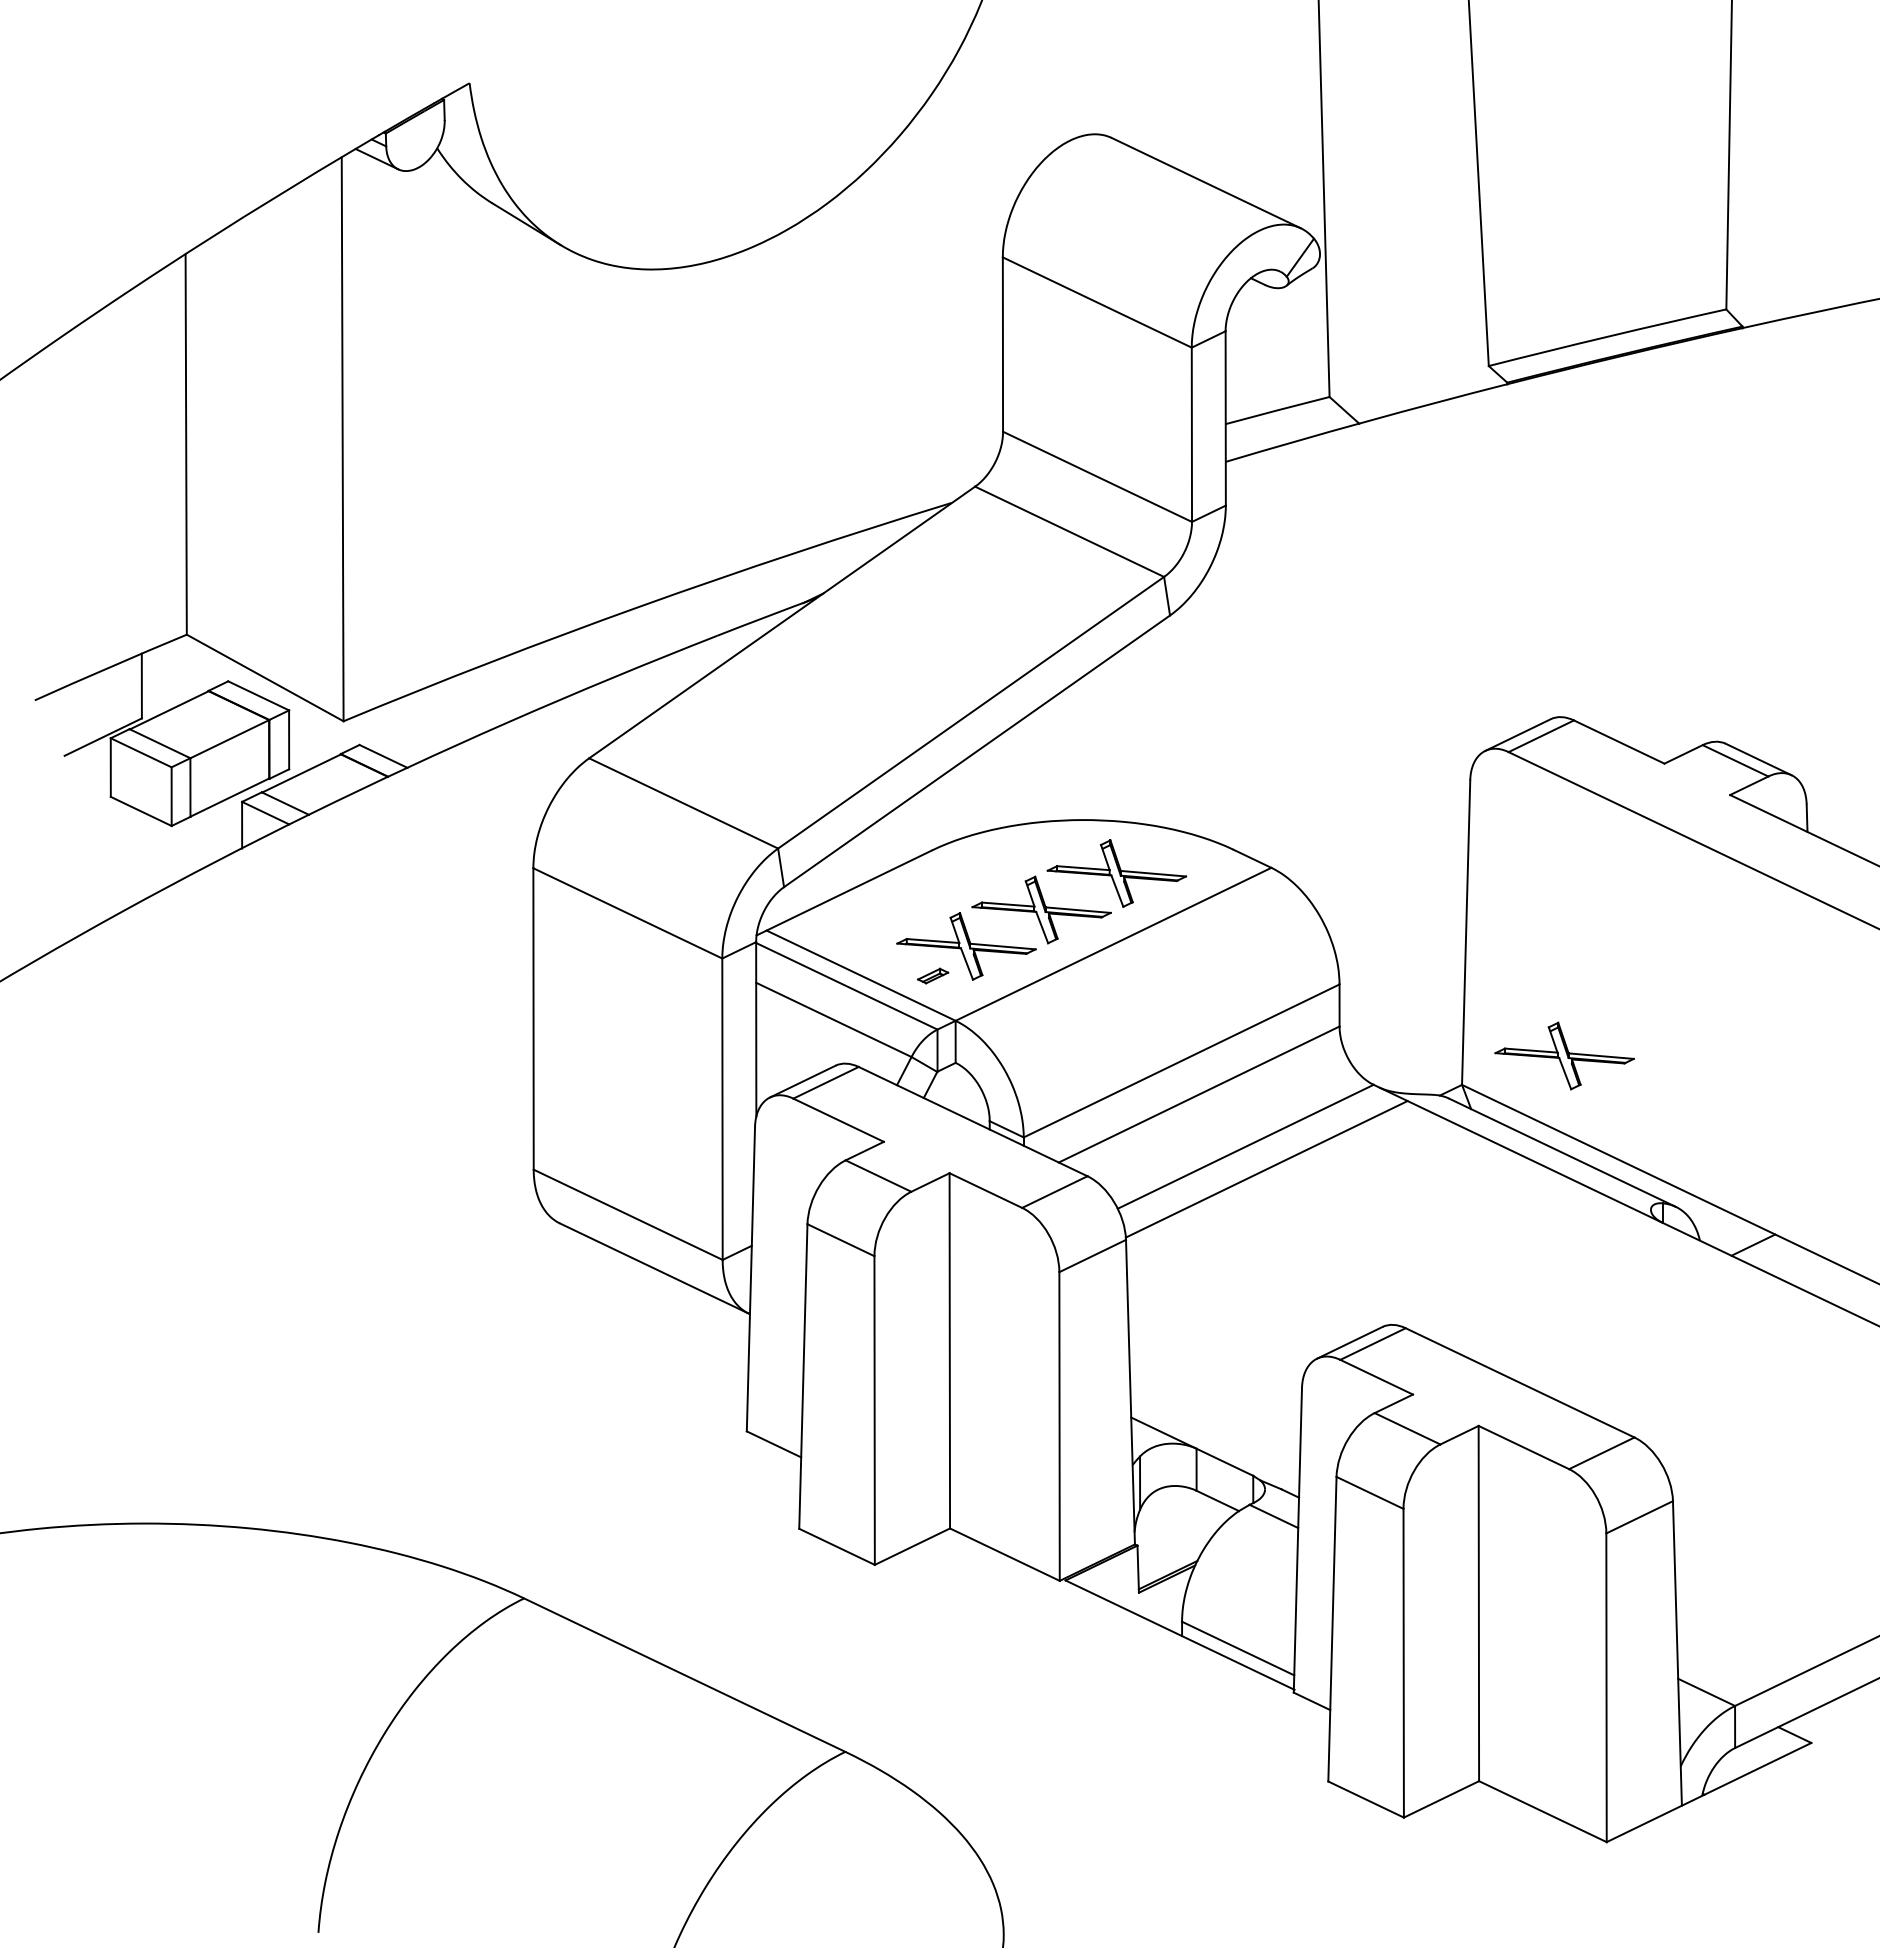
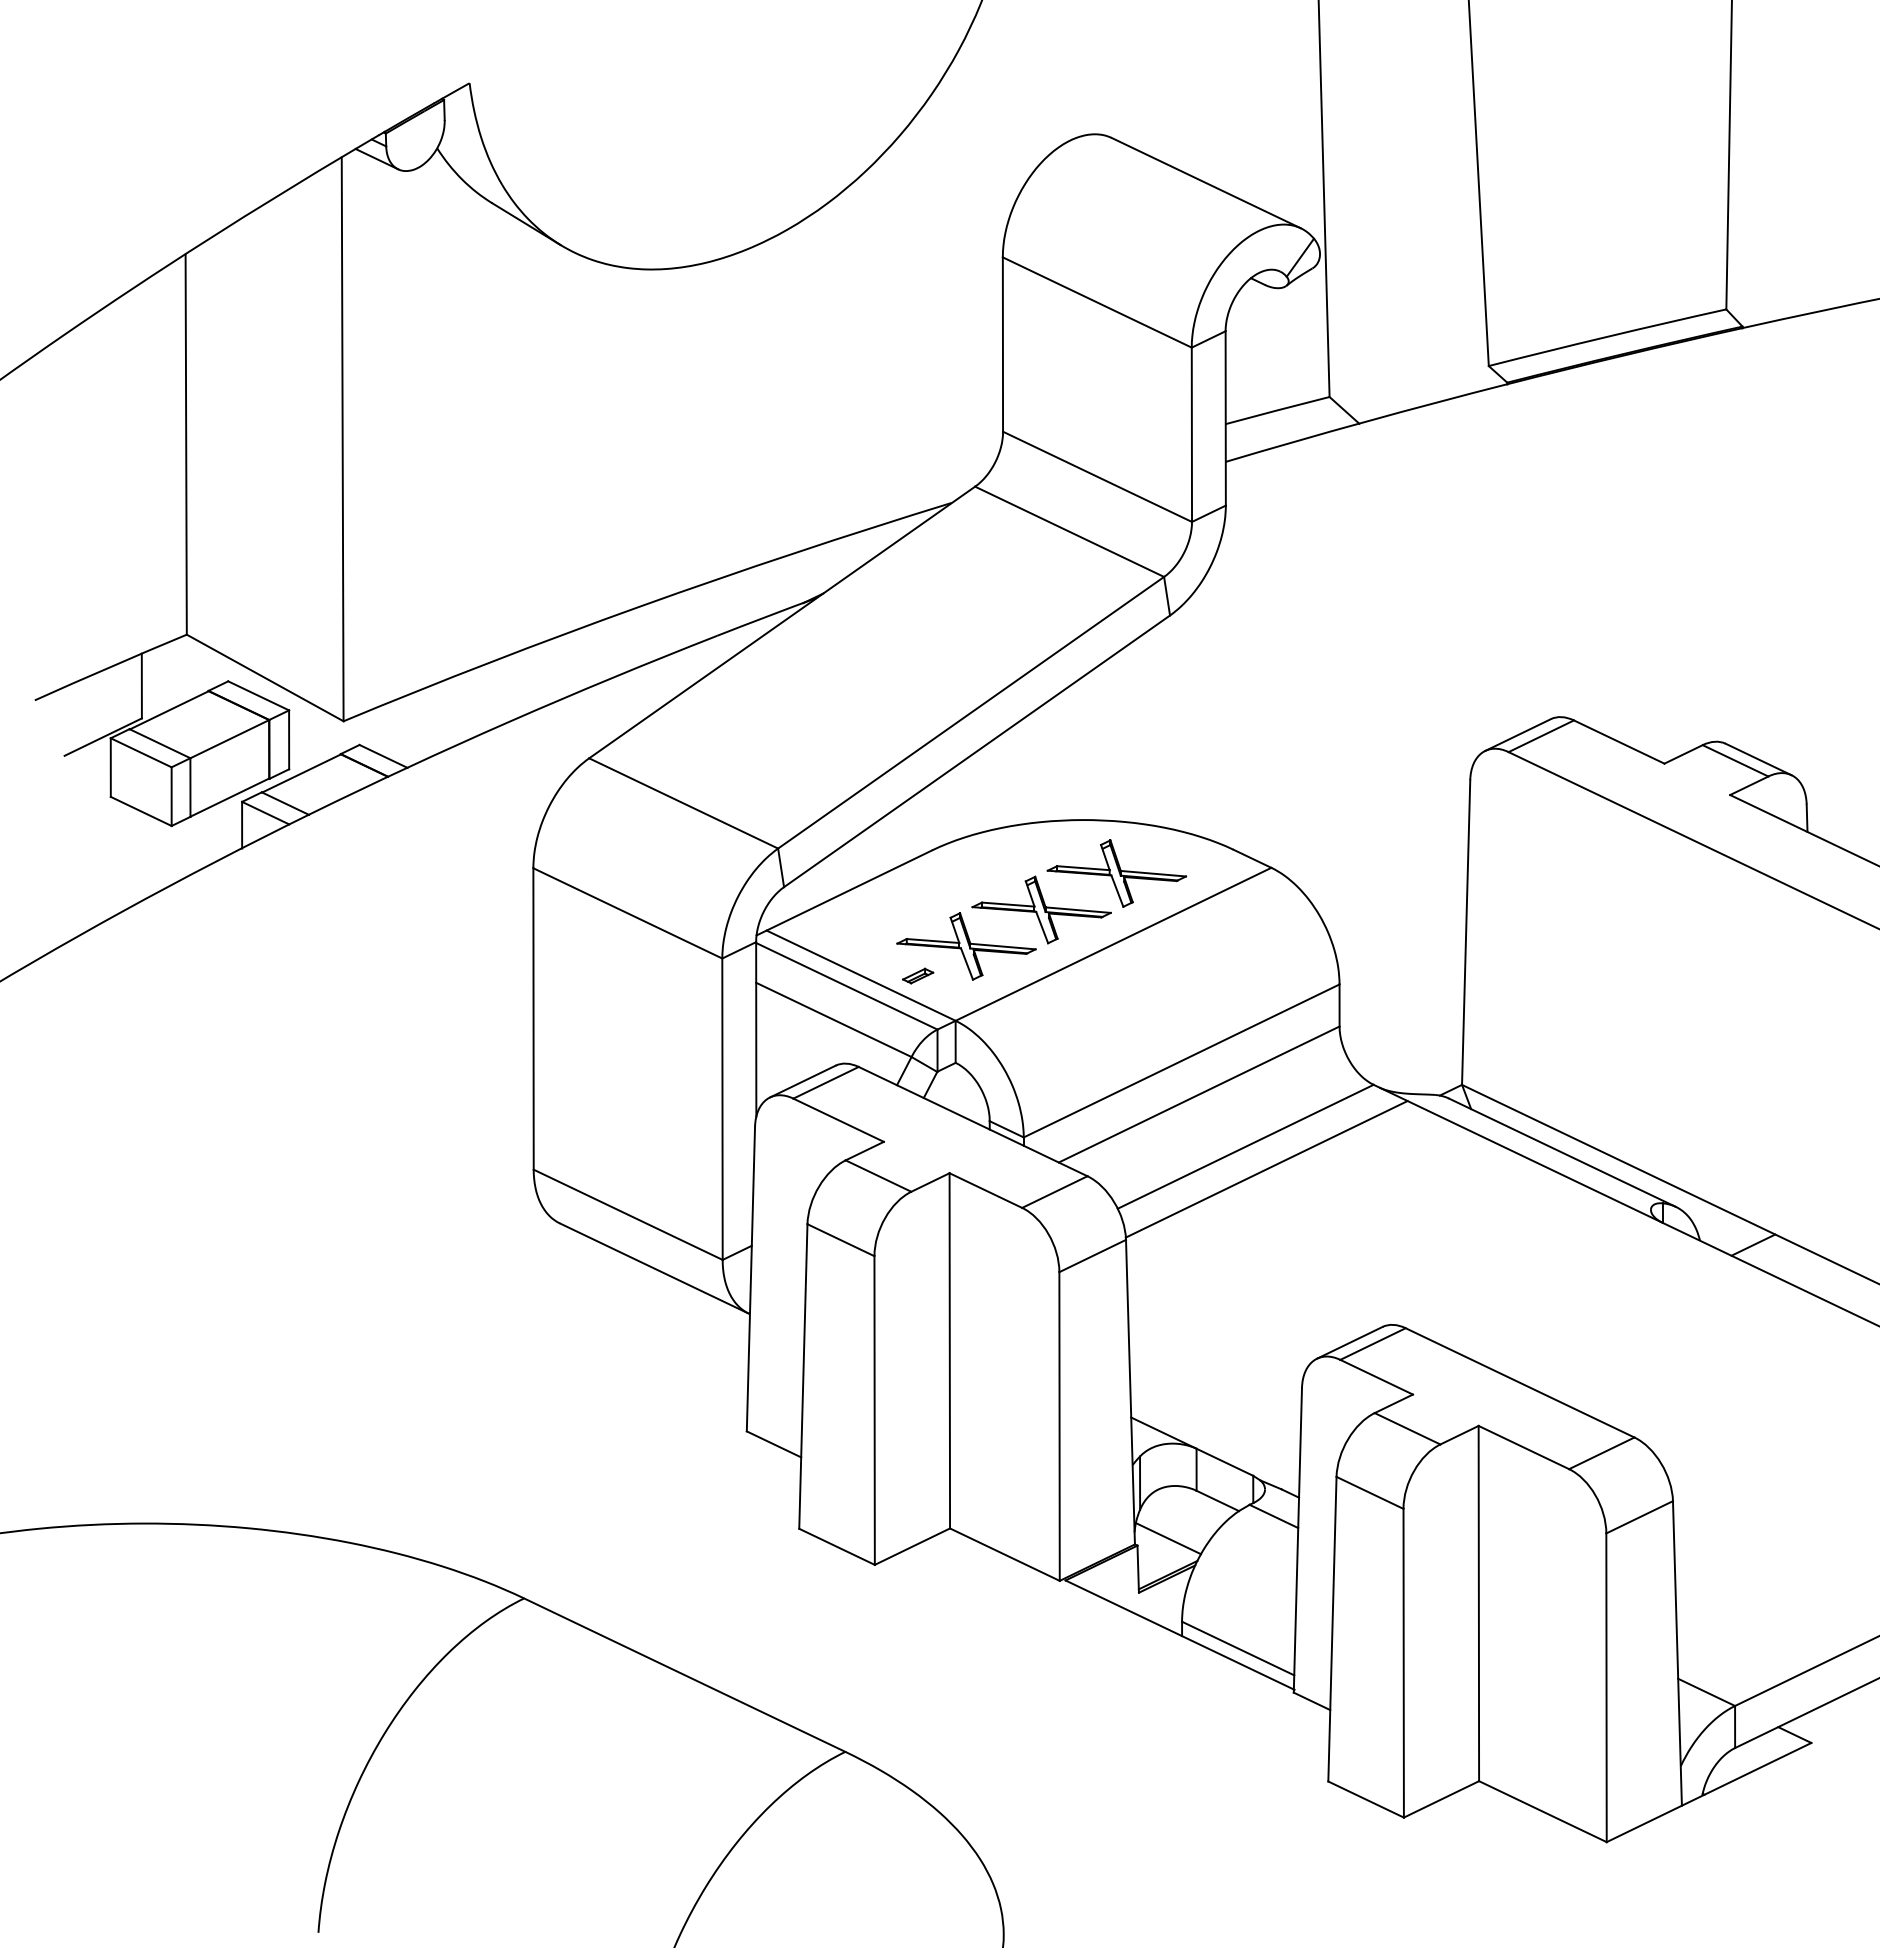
part at (933, 975) position: (933, 975) -> (918, 975)
part at (1564, 1055): present -> none
line at (1168, 1538): none -> present
